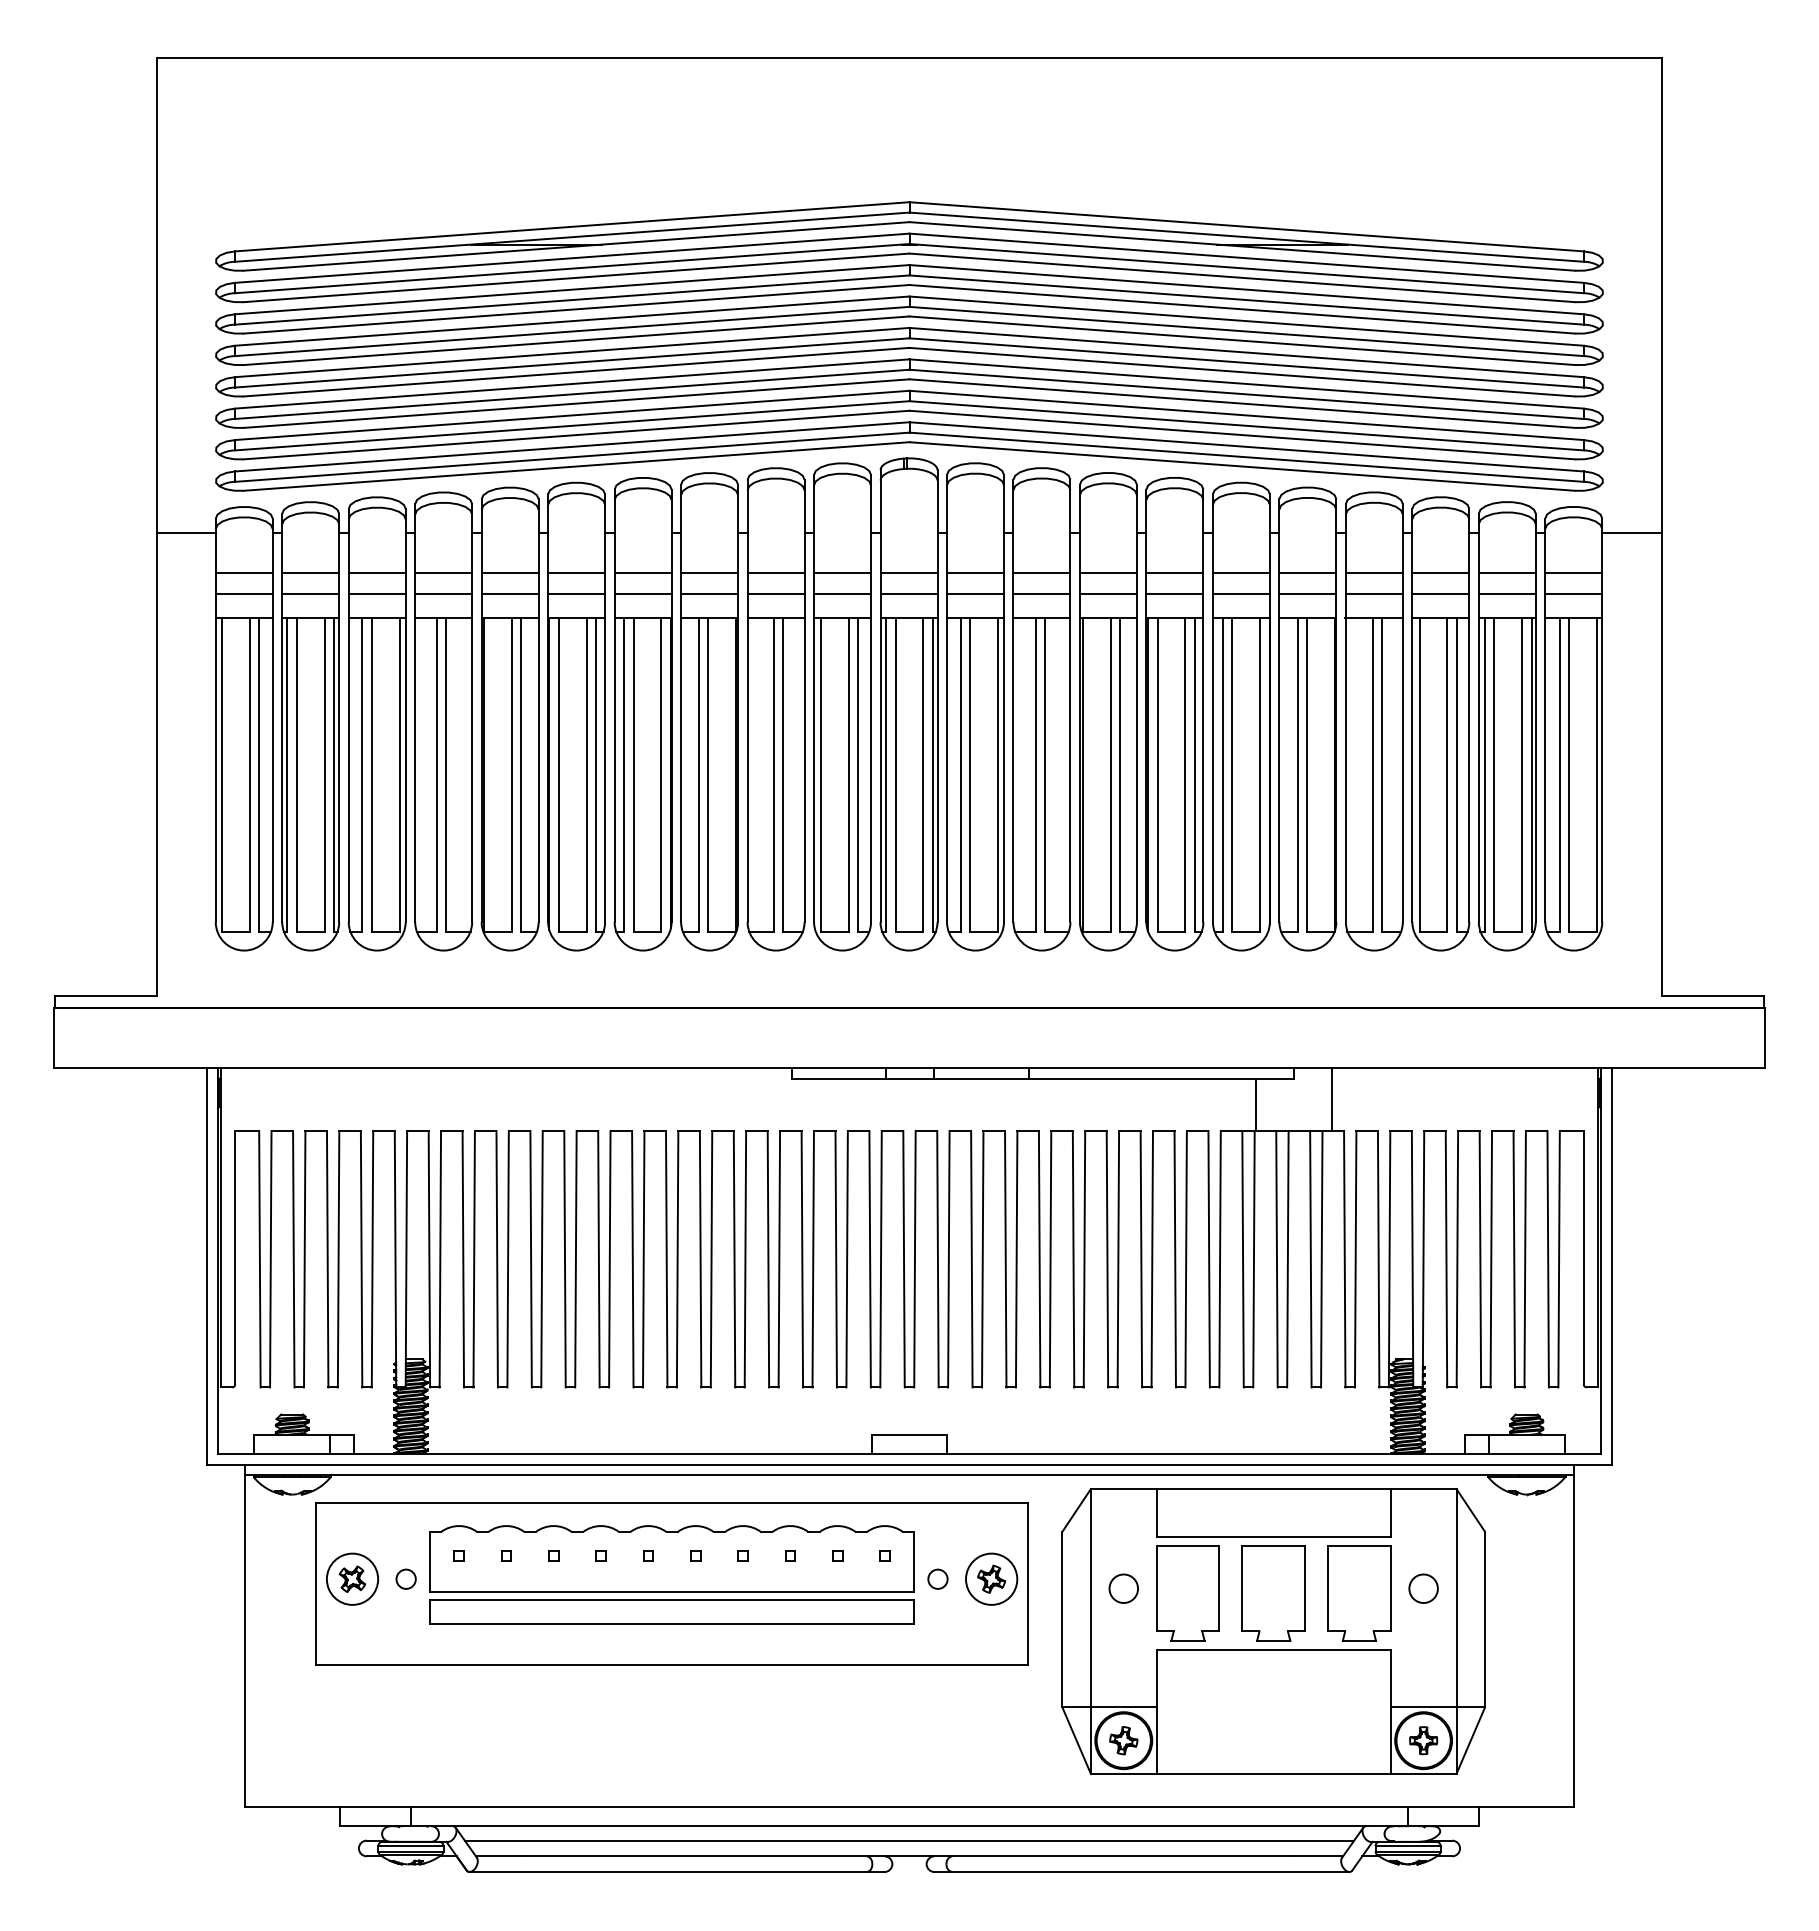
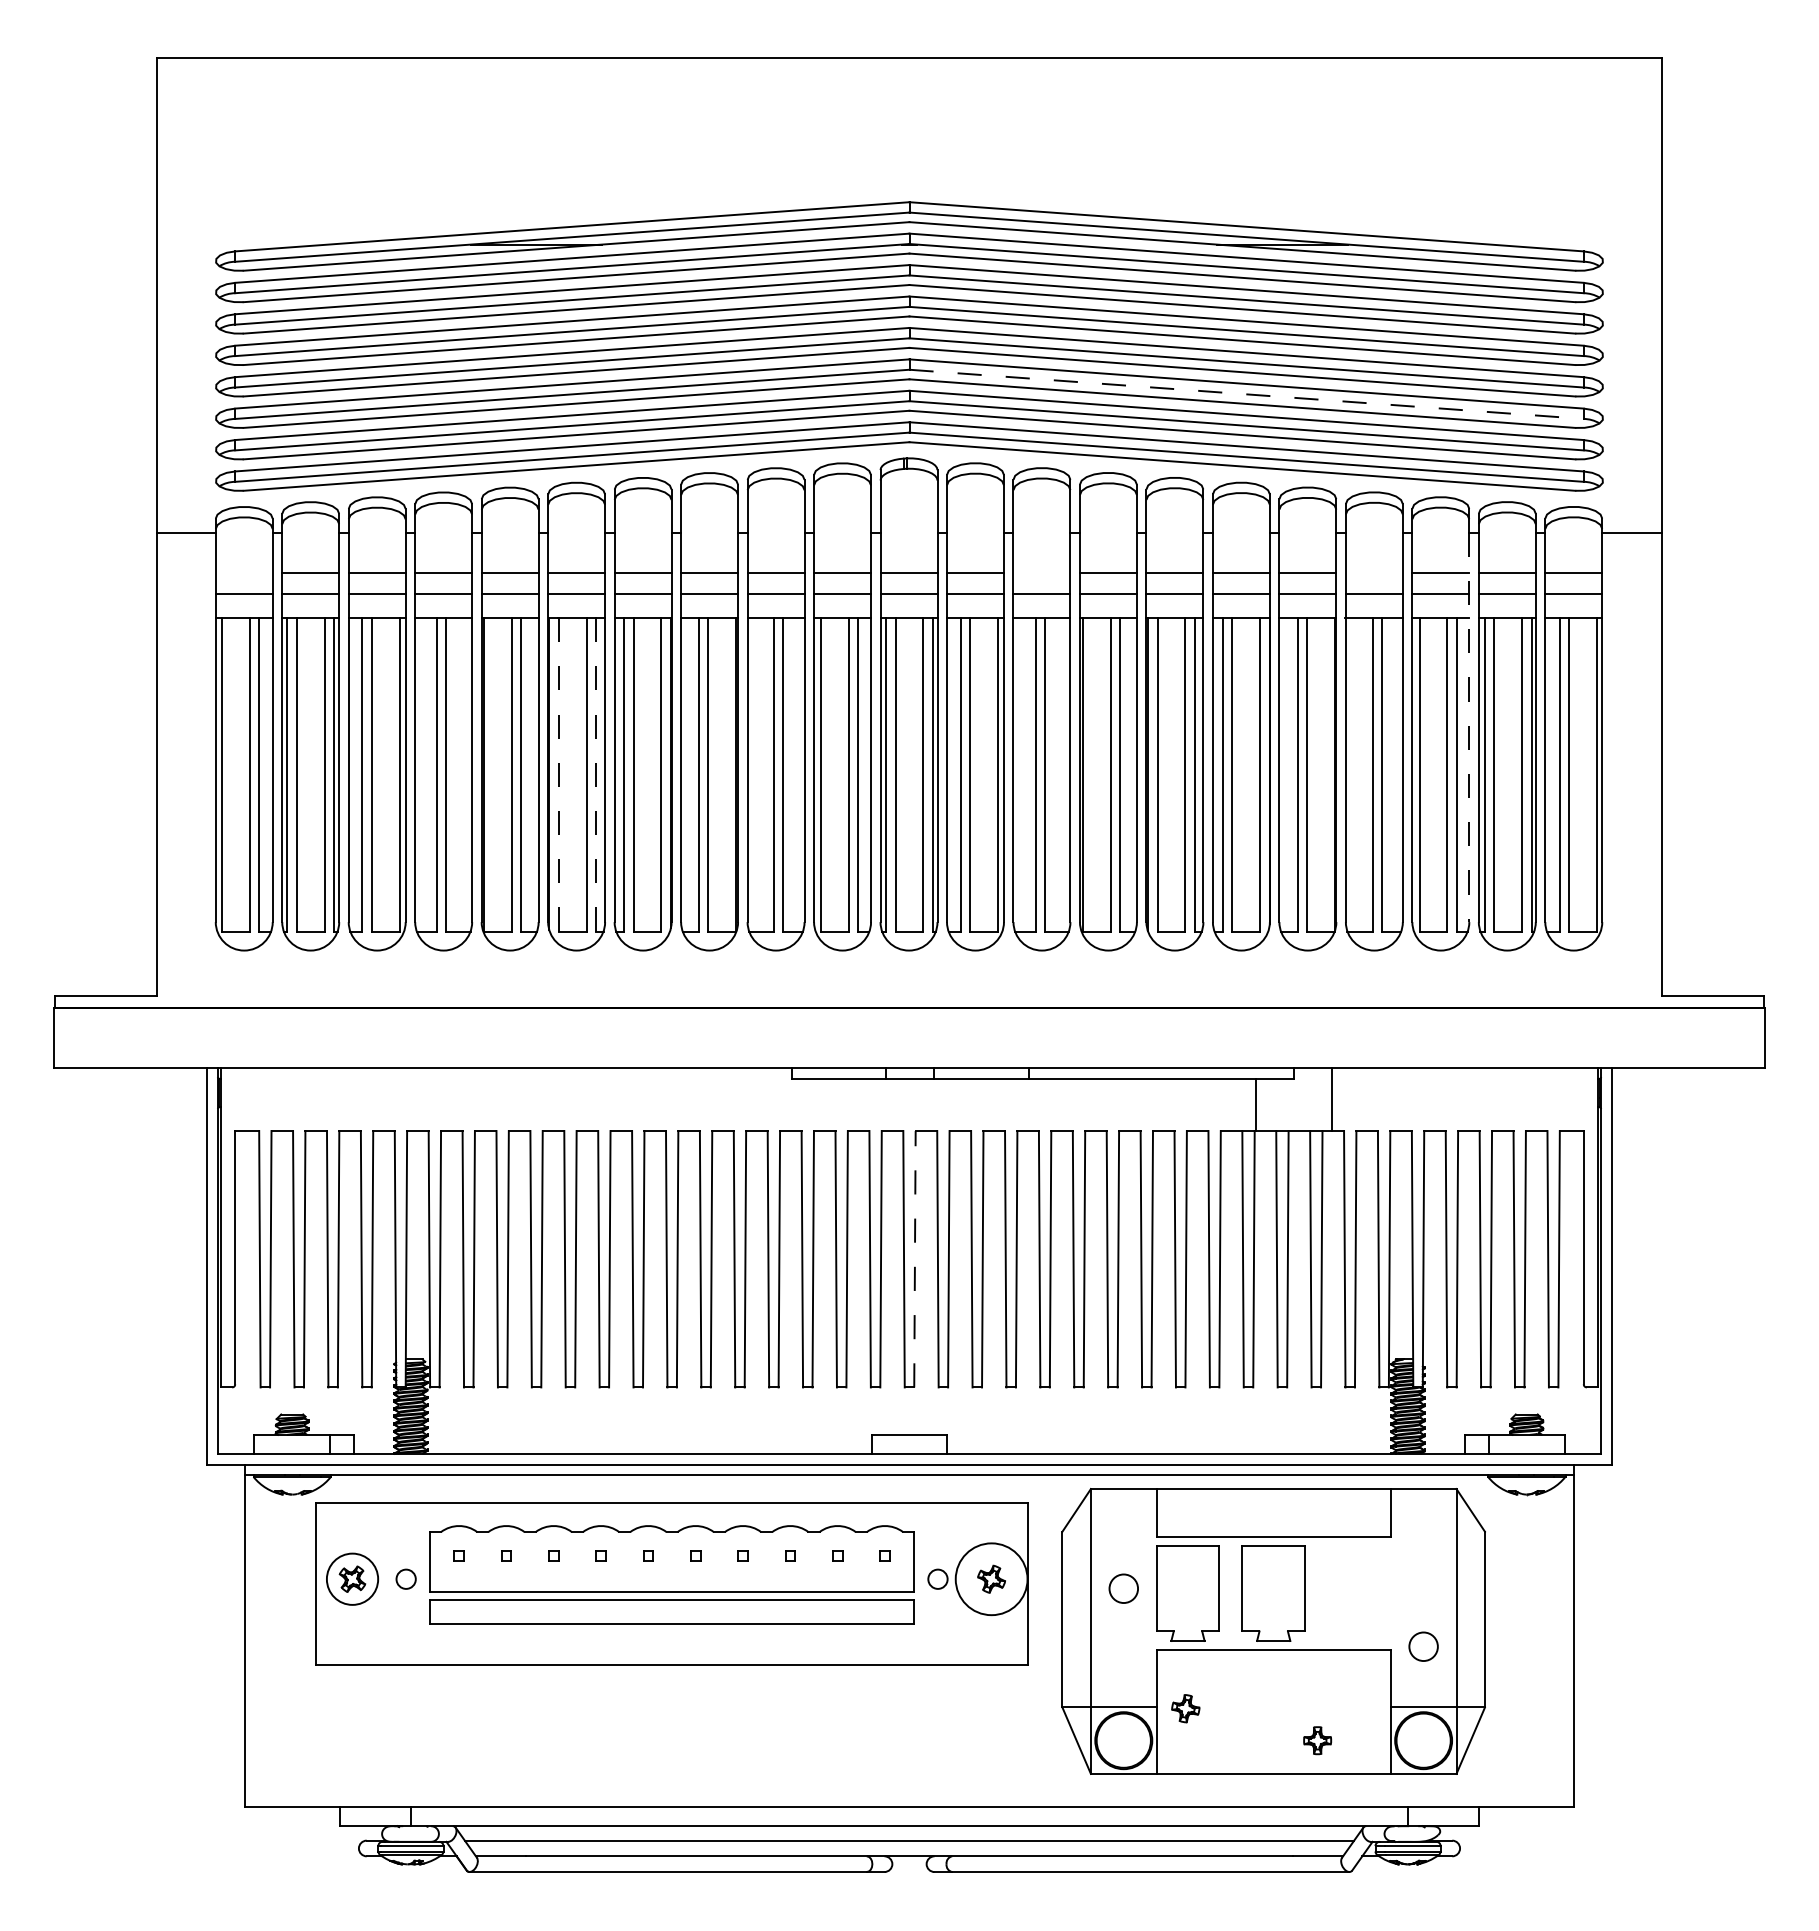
line at (1246, 394): solid -> dashed
line at (243, 572): present -> none
line at (1041, 572): present -> none
line at (1373, 572): present -> none
line at (1469, 727): solid -> dashed
line at (558, 774): solid -> dashed
line at (596, 774): solid -> dashed
line at (914, 1258): solid -> dashed
circle at (991, 1578) diameter: 51 px -> 72 px
circle at (1423, 1588) position: (1423, 1588) -> (1423, 1646)
part at (1359, 1593): present -> none
part at (1123, 1740) position: (1123, 1740) -> (1185, 1708)
part at (1423, 1740) position: (1423, 1740) -> (1317, 1740)
